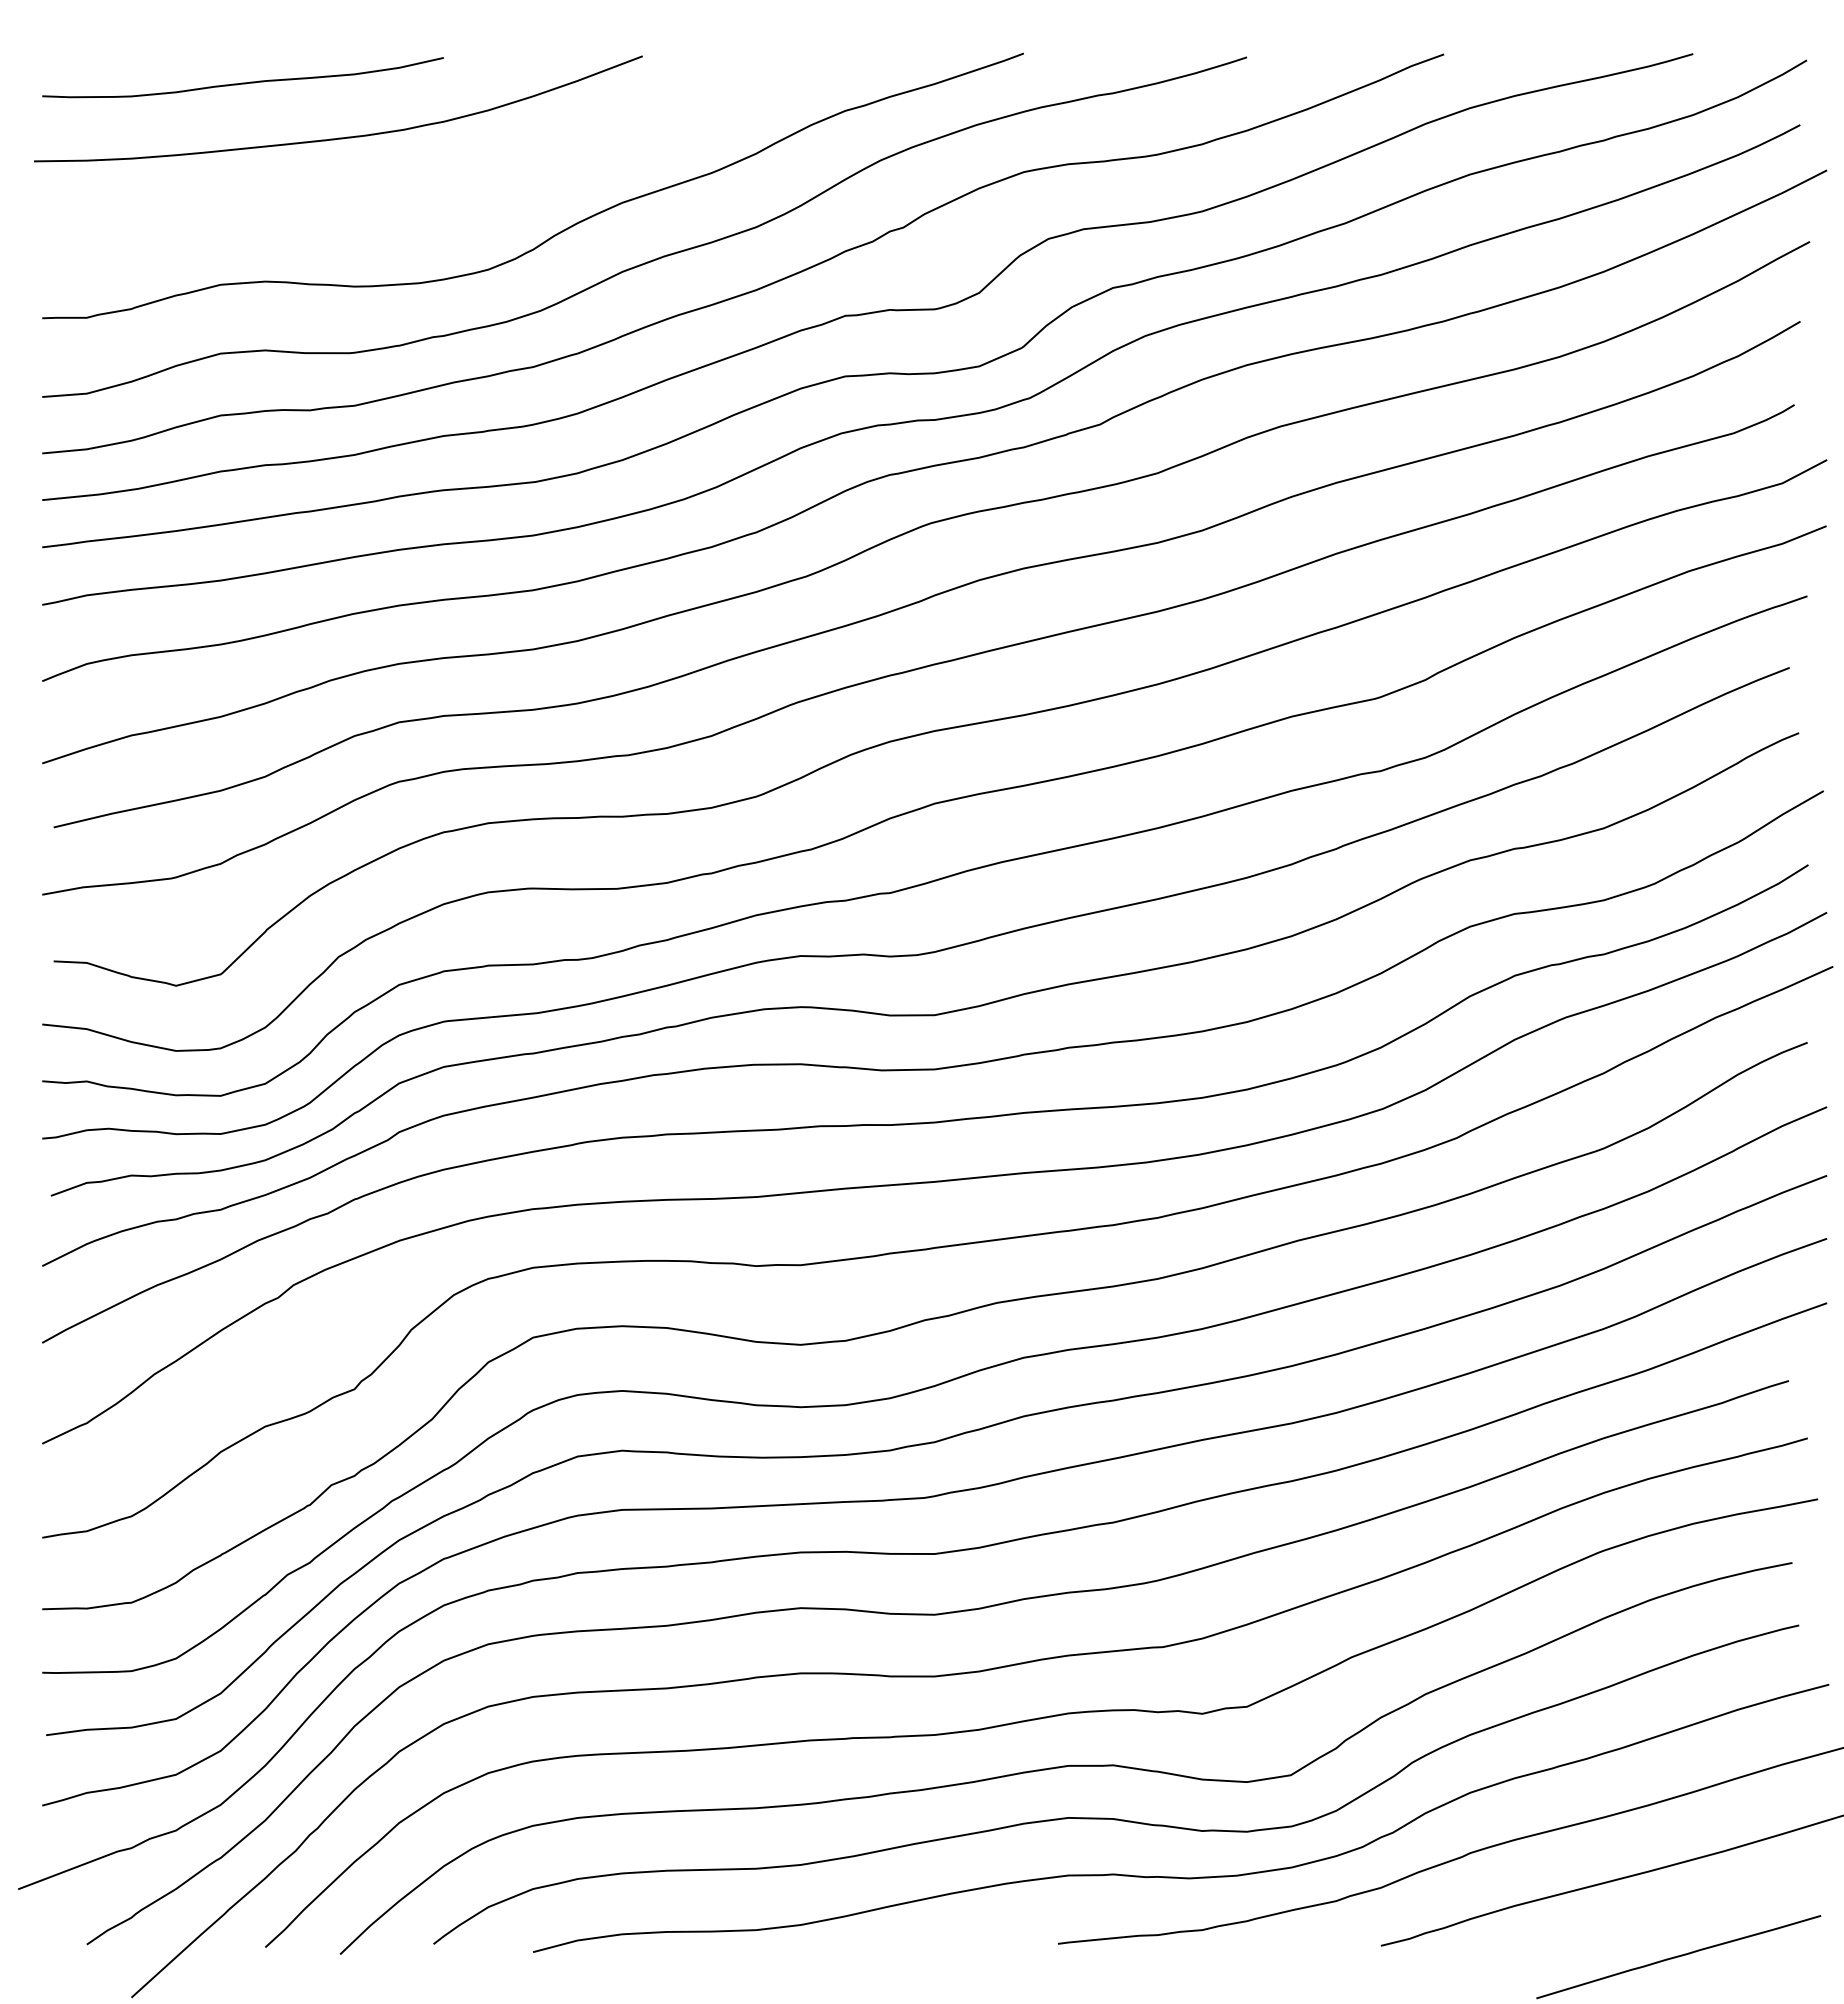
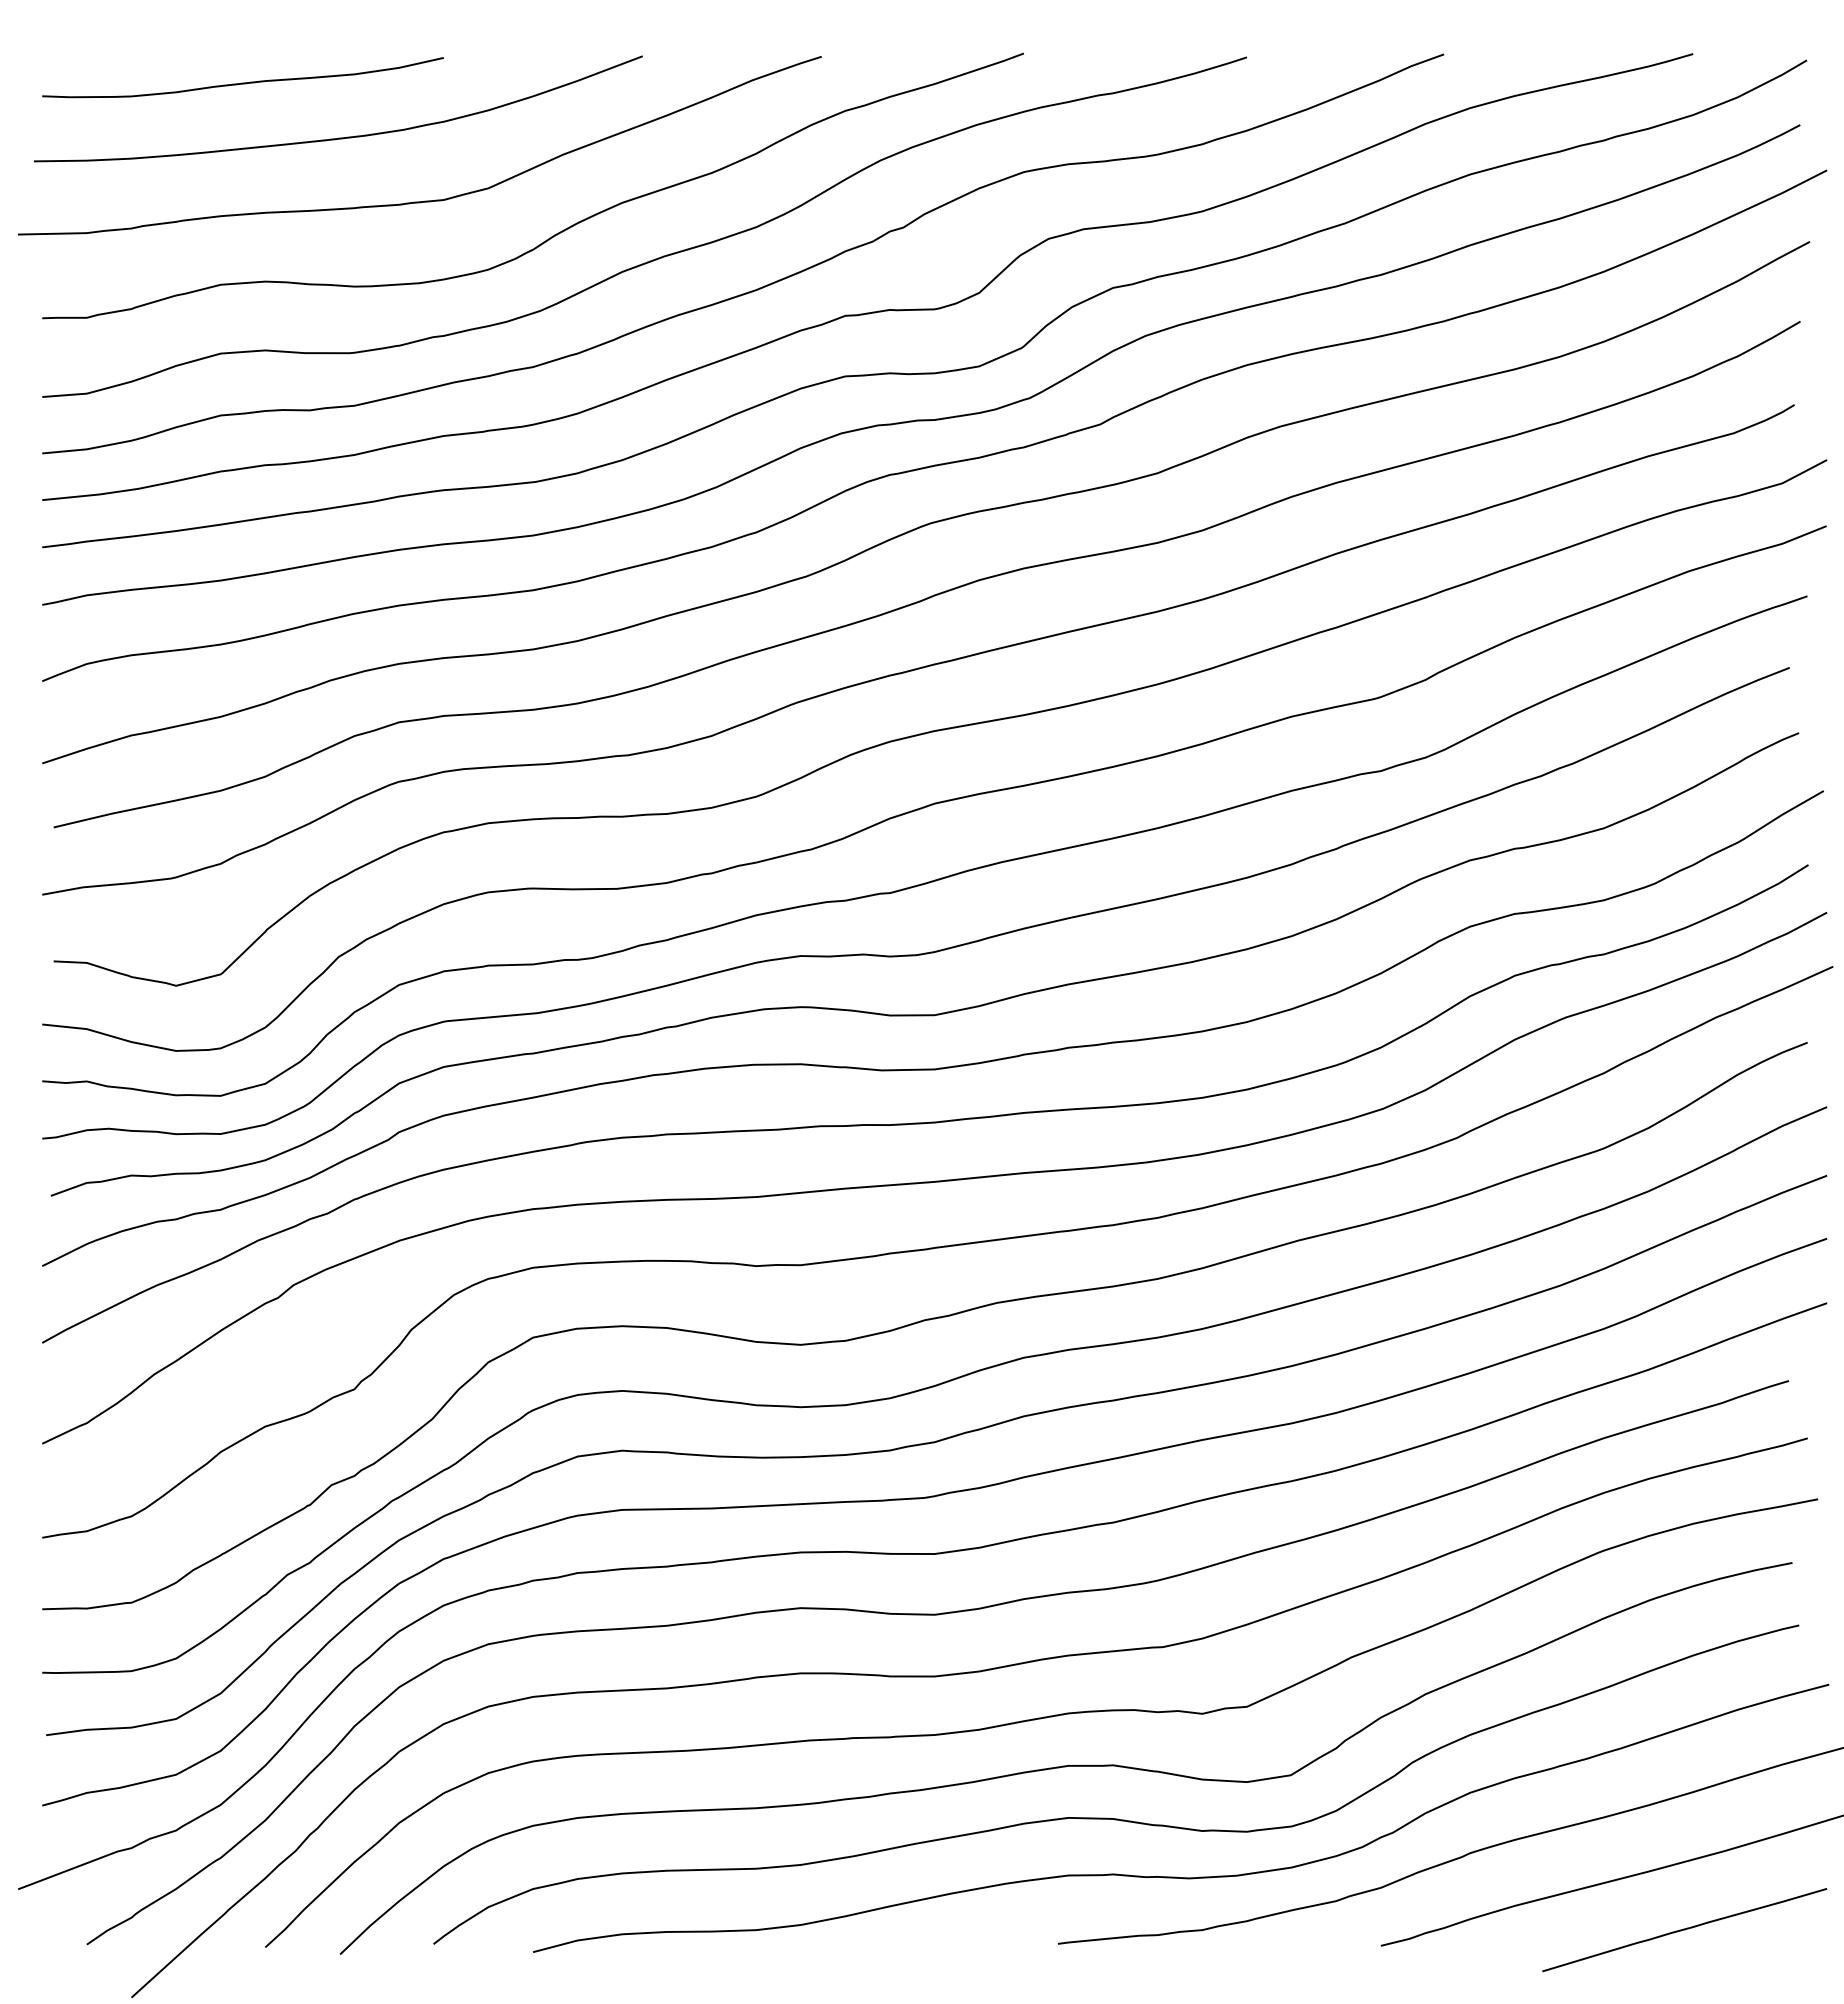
curve at (424, 200): none -> present
curve at (1678, 1957) position: (1678, 1957) -> (1684, 1930)
